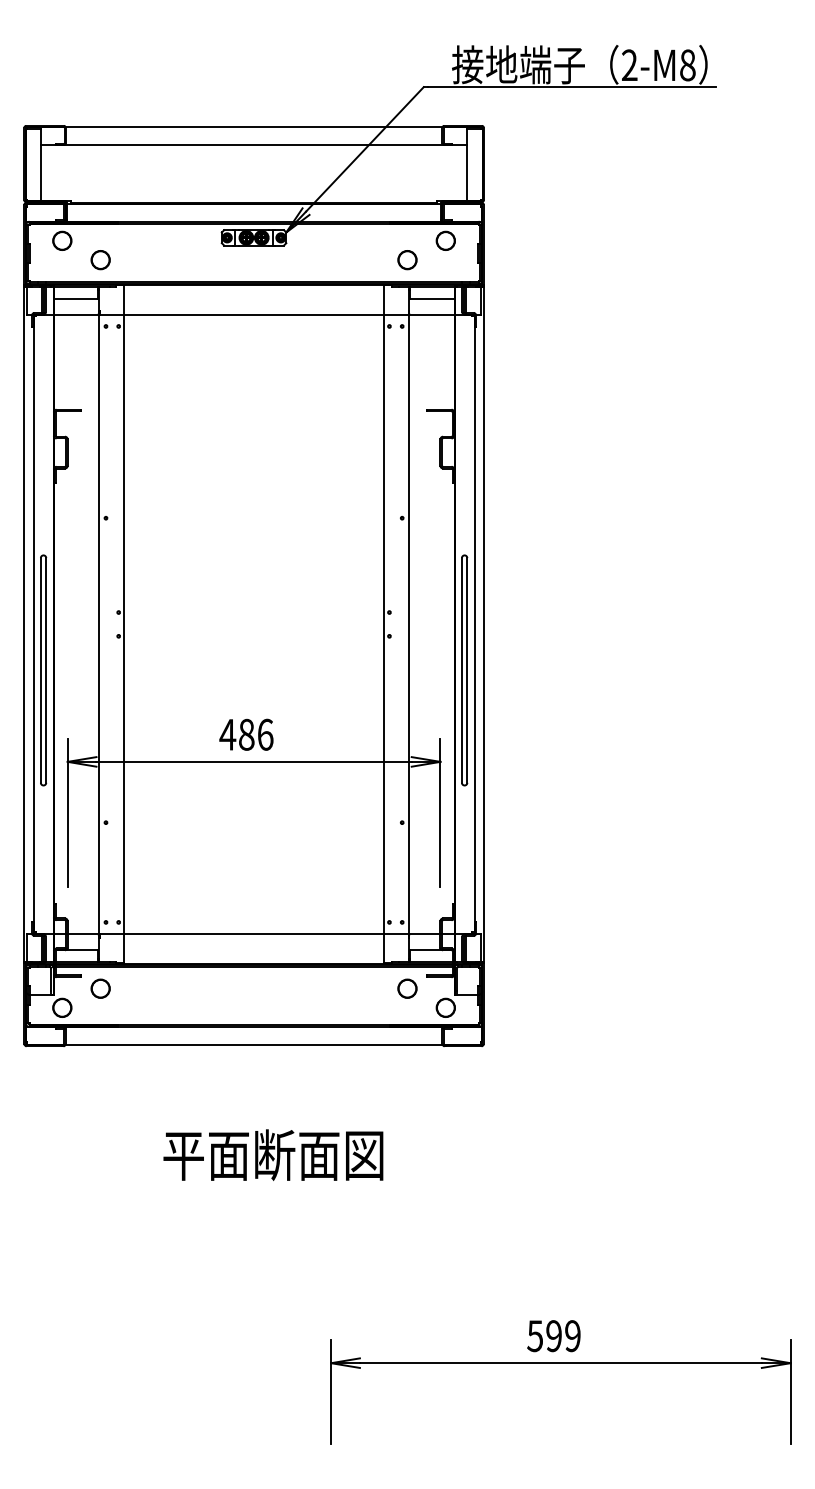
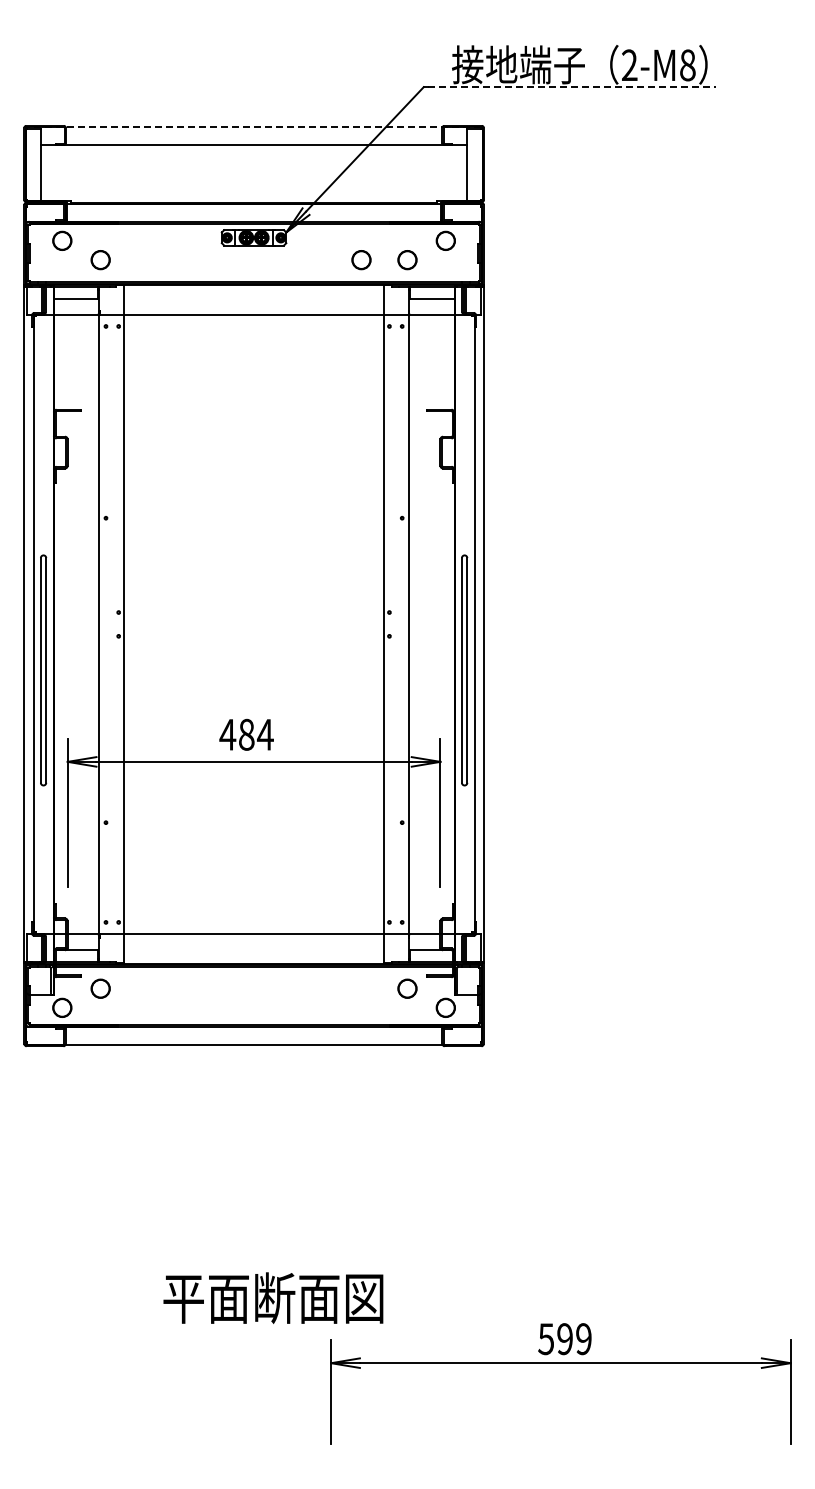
line at (572, 87): solid -> dashed
line at (253, 127): solid -> dashed
circle at (361, 260): none -> present
text at (264, 734): 486 -> 484
text at (273, 1154) position: (273, 1154) -> (273, 1297)
text at (553, 1336) position: (553, 1336) -> (564, 1339)
